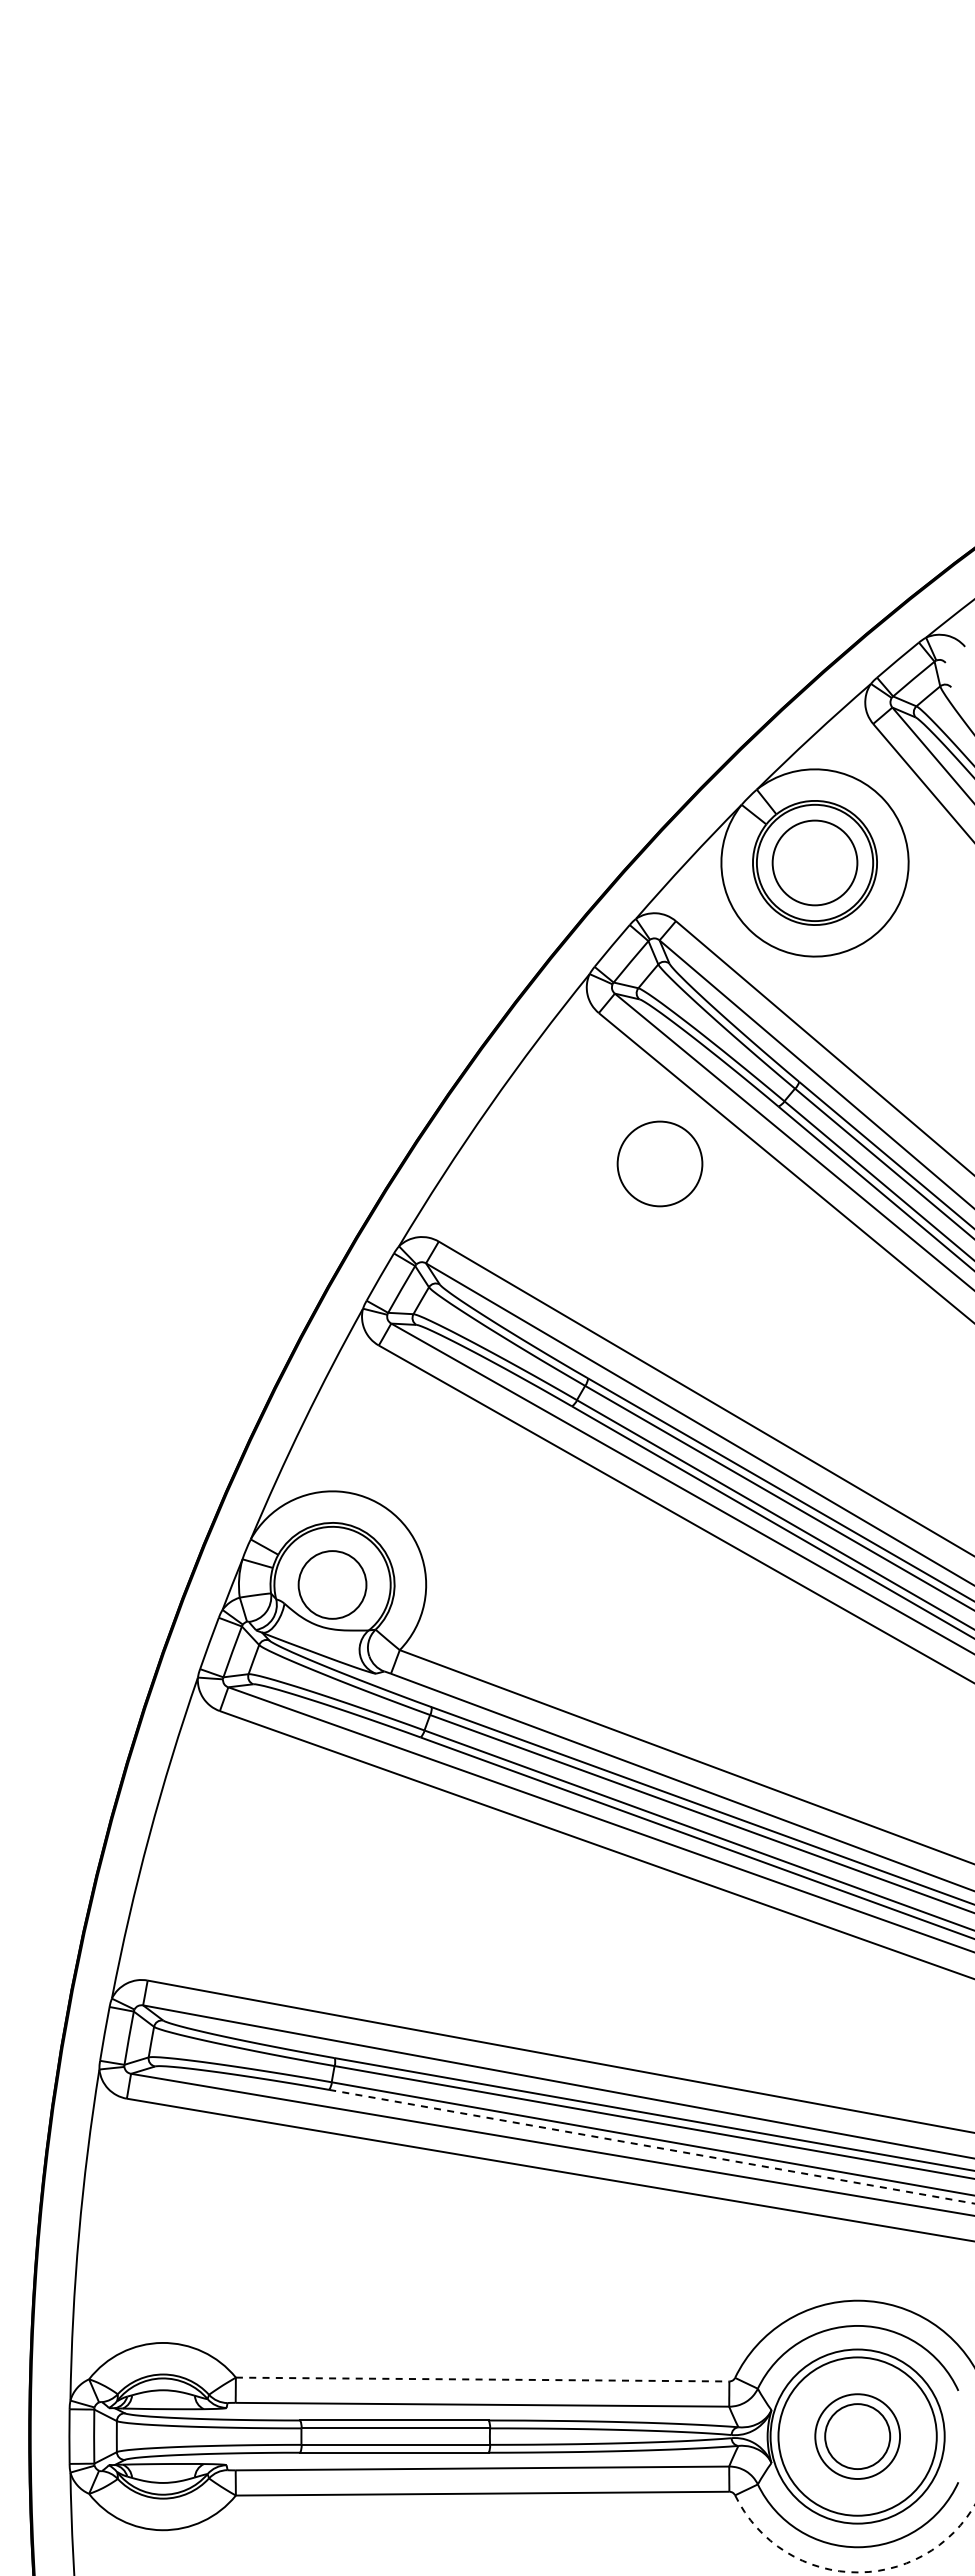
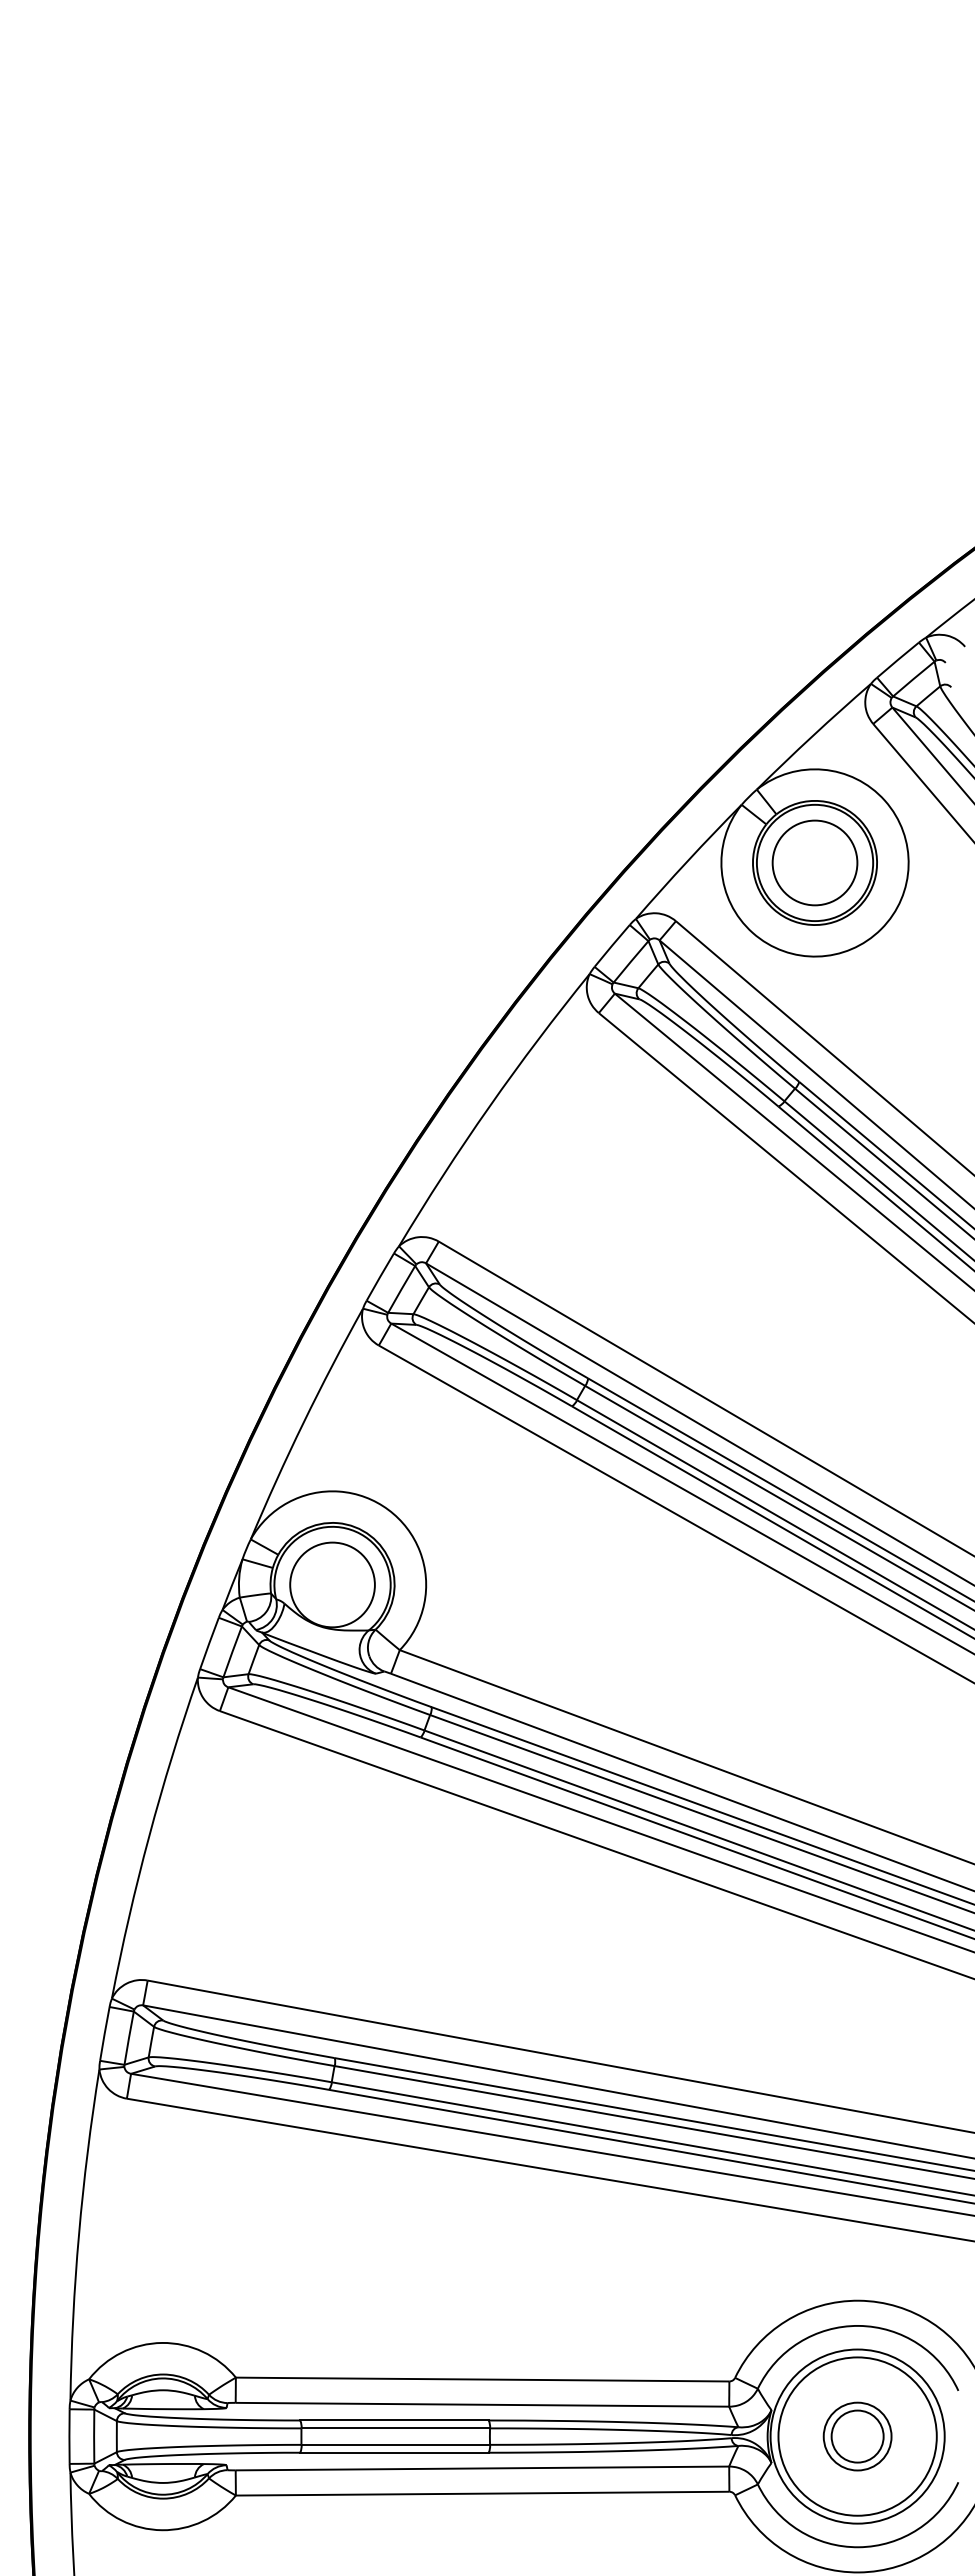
circle at (659, 1163): present -> none
circle at (332, 1584) diameter: 68 px -> 85 px
line at (652, 2146): dashed -> solid
line at (482, 2379): dashed -> solid
part at (857, 2436) size: 87x87 px -> 71x71 px
arc at (852, 2572): dashed -> solid
